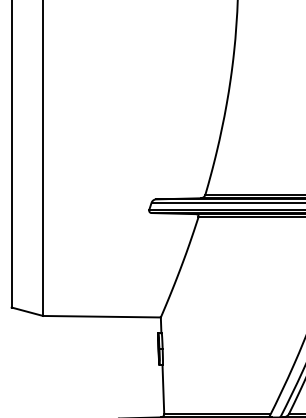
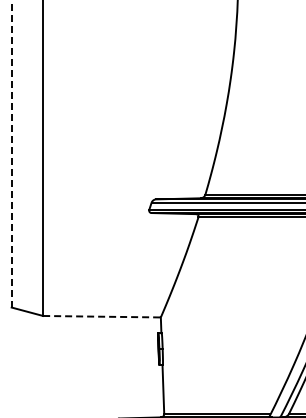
line at (11, 153): solid -> dashed
line at (102, 316): solid -> dashed
